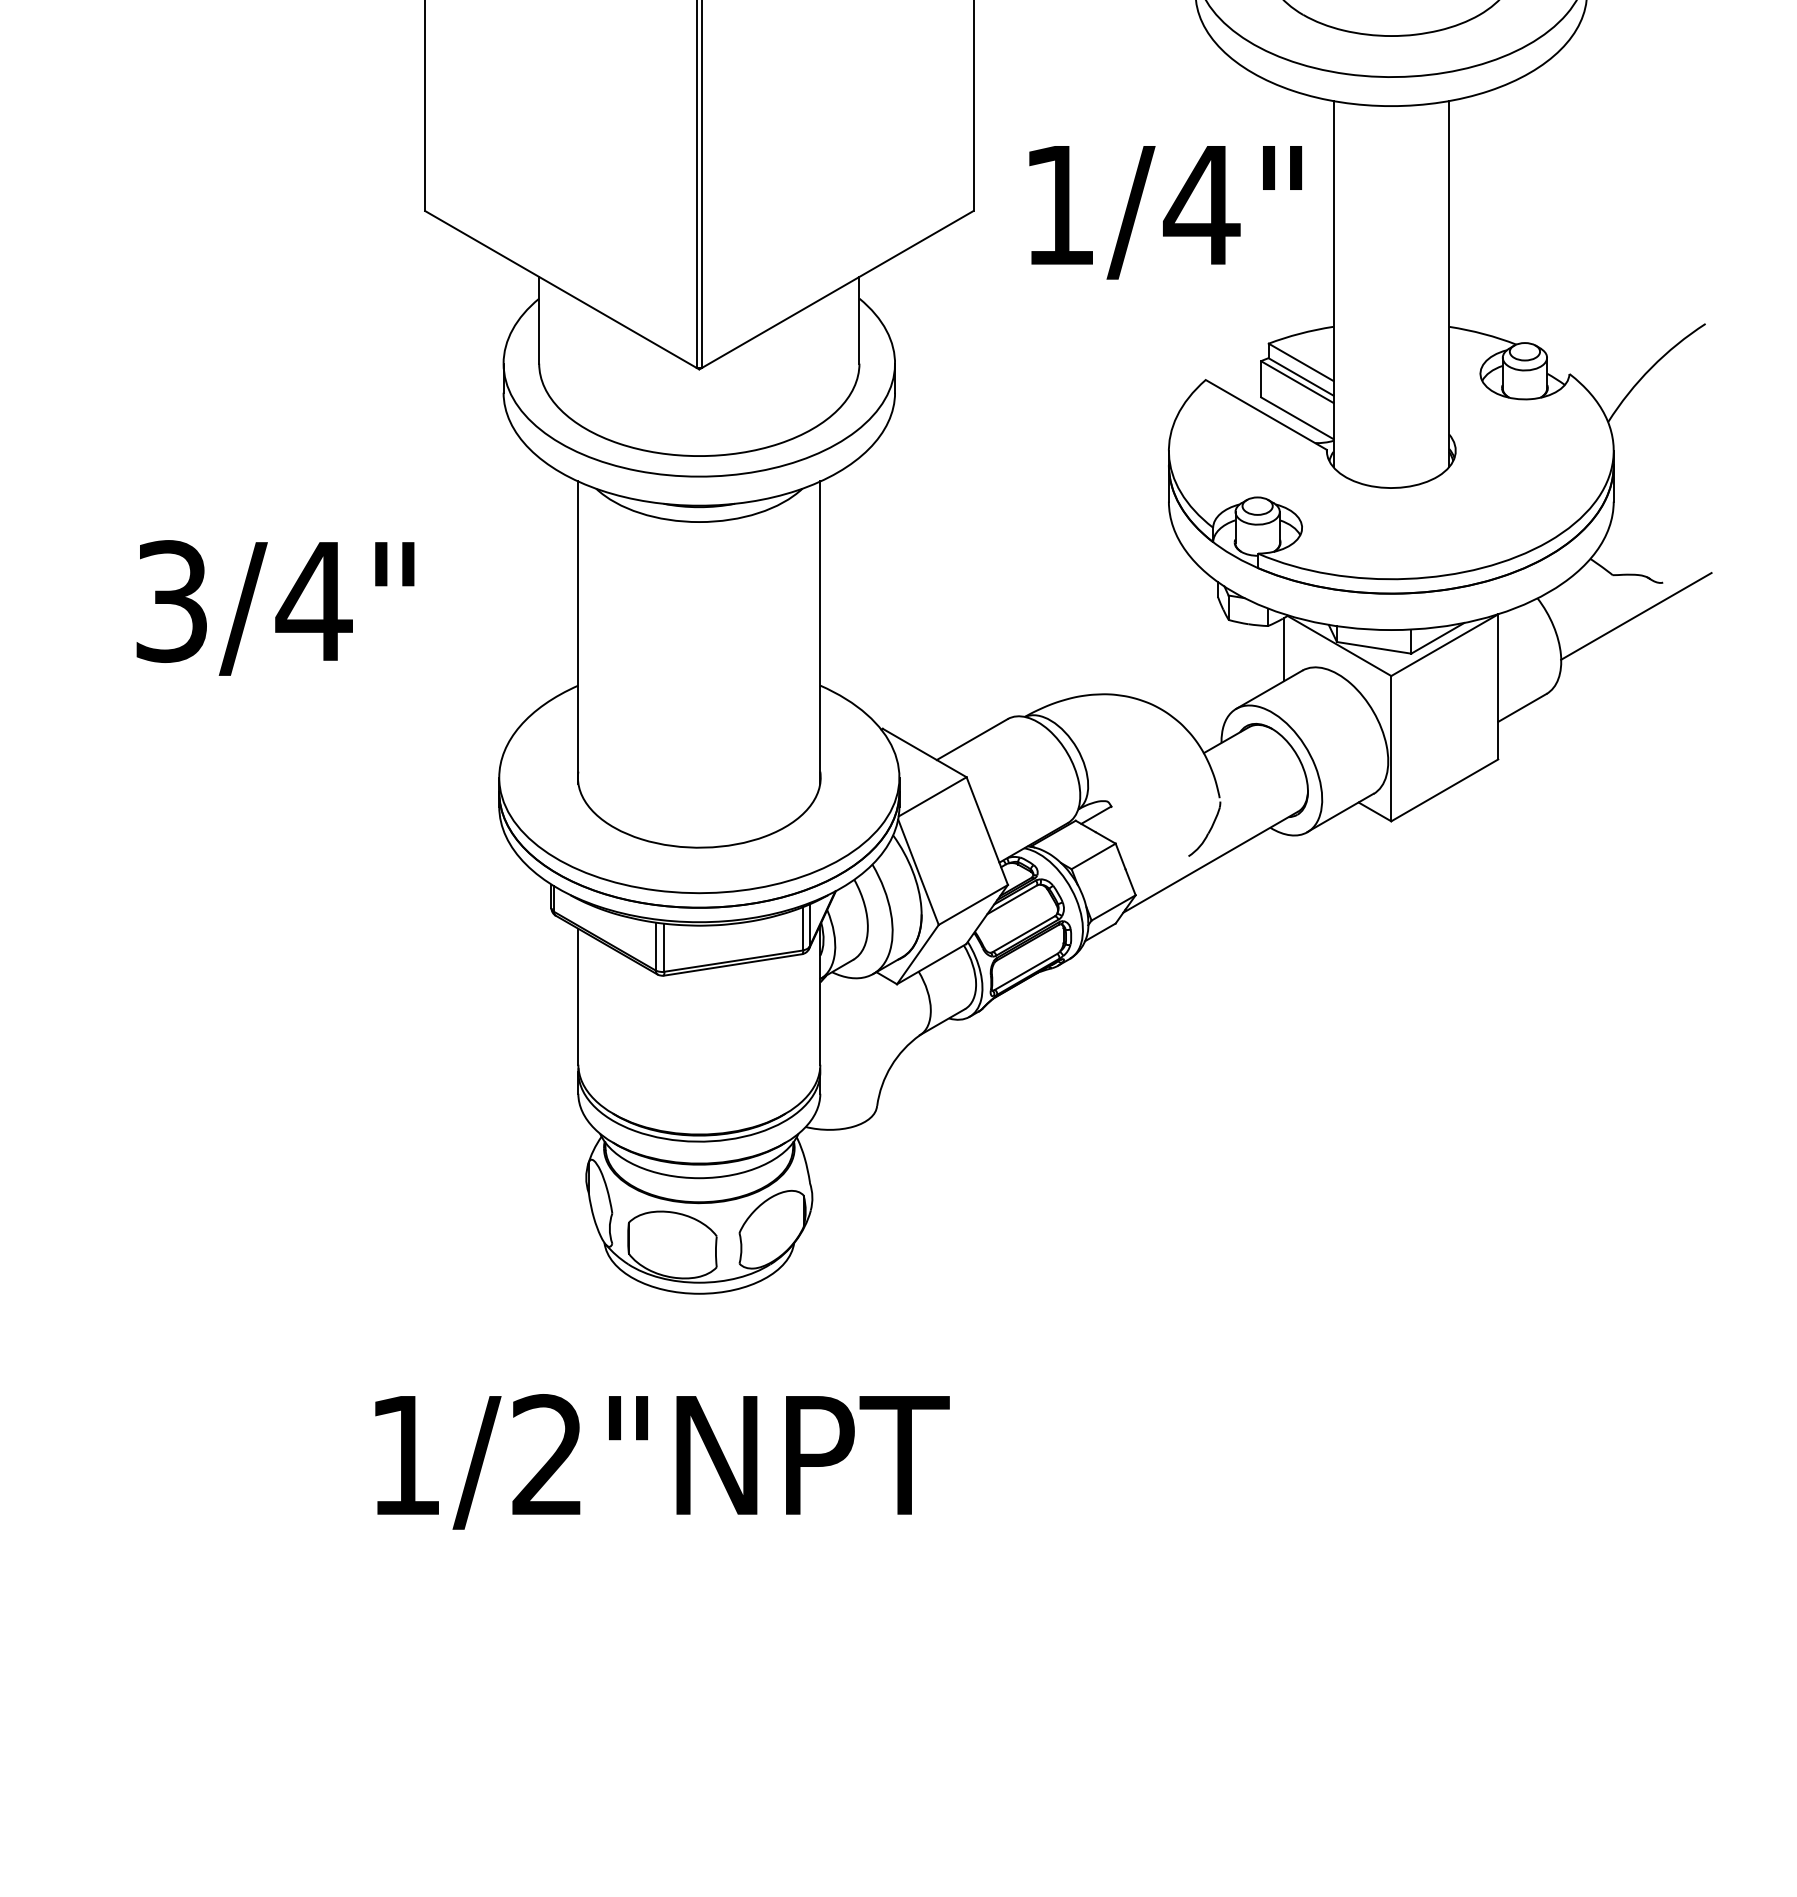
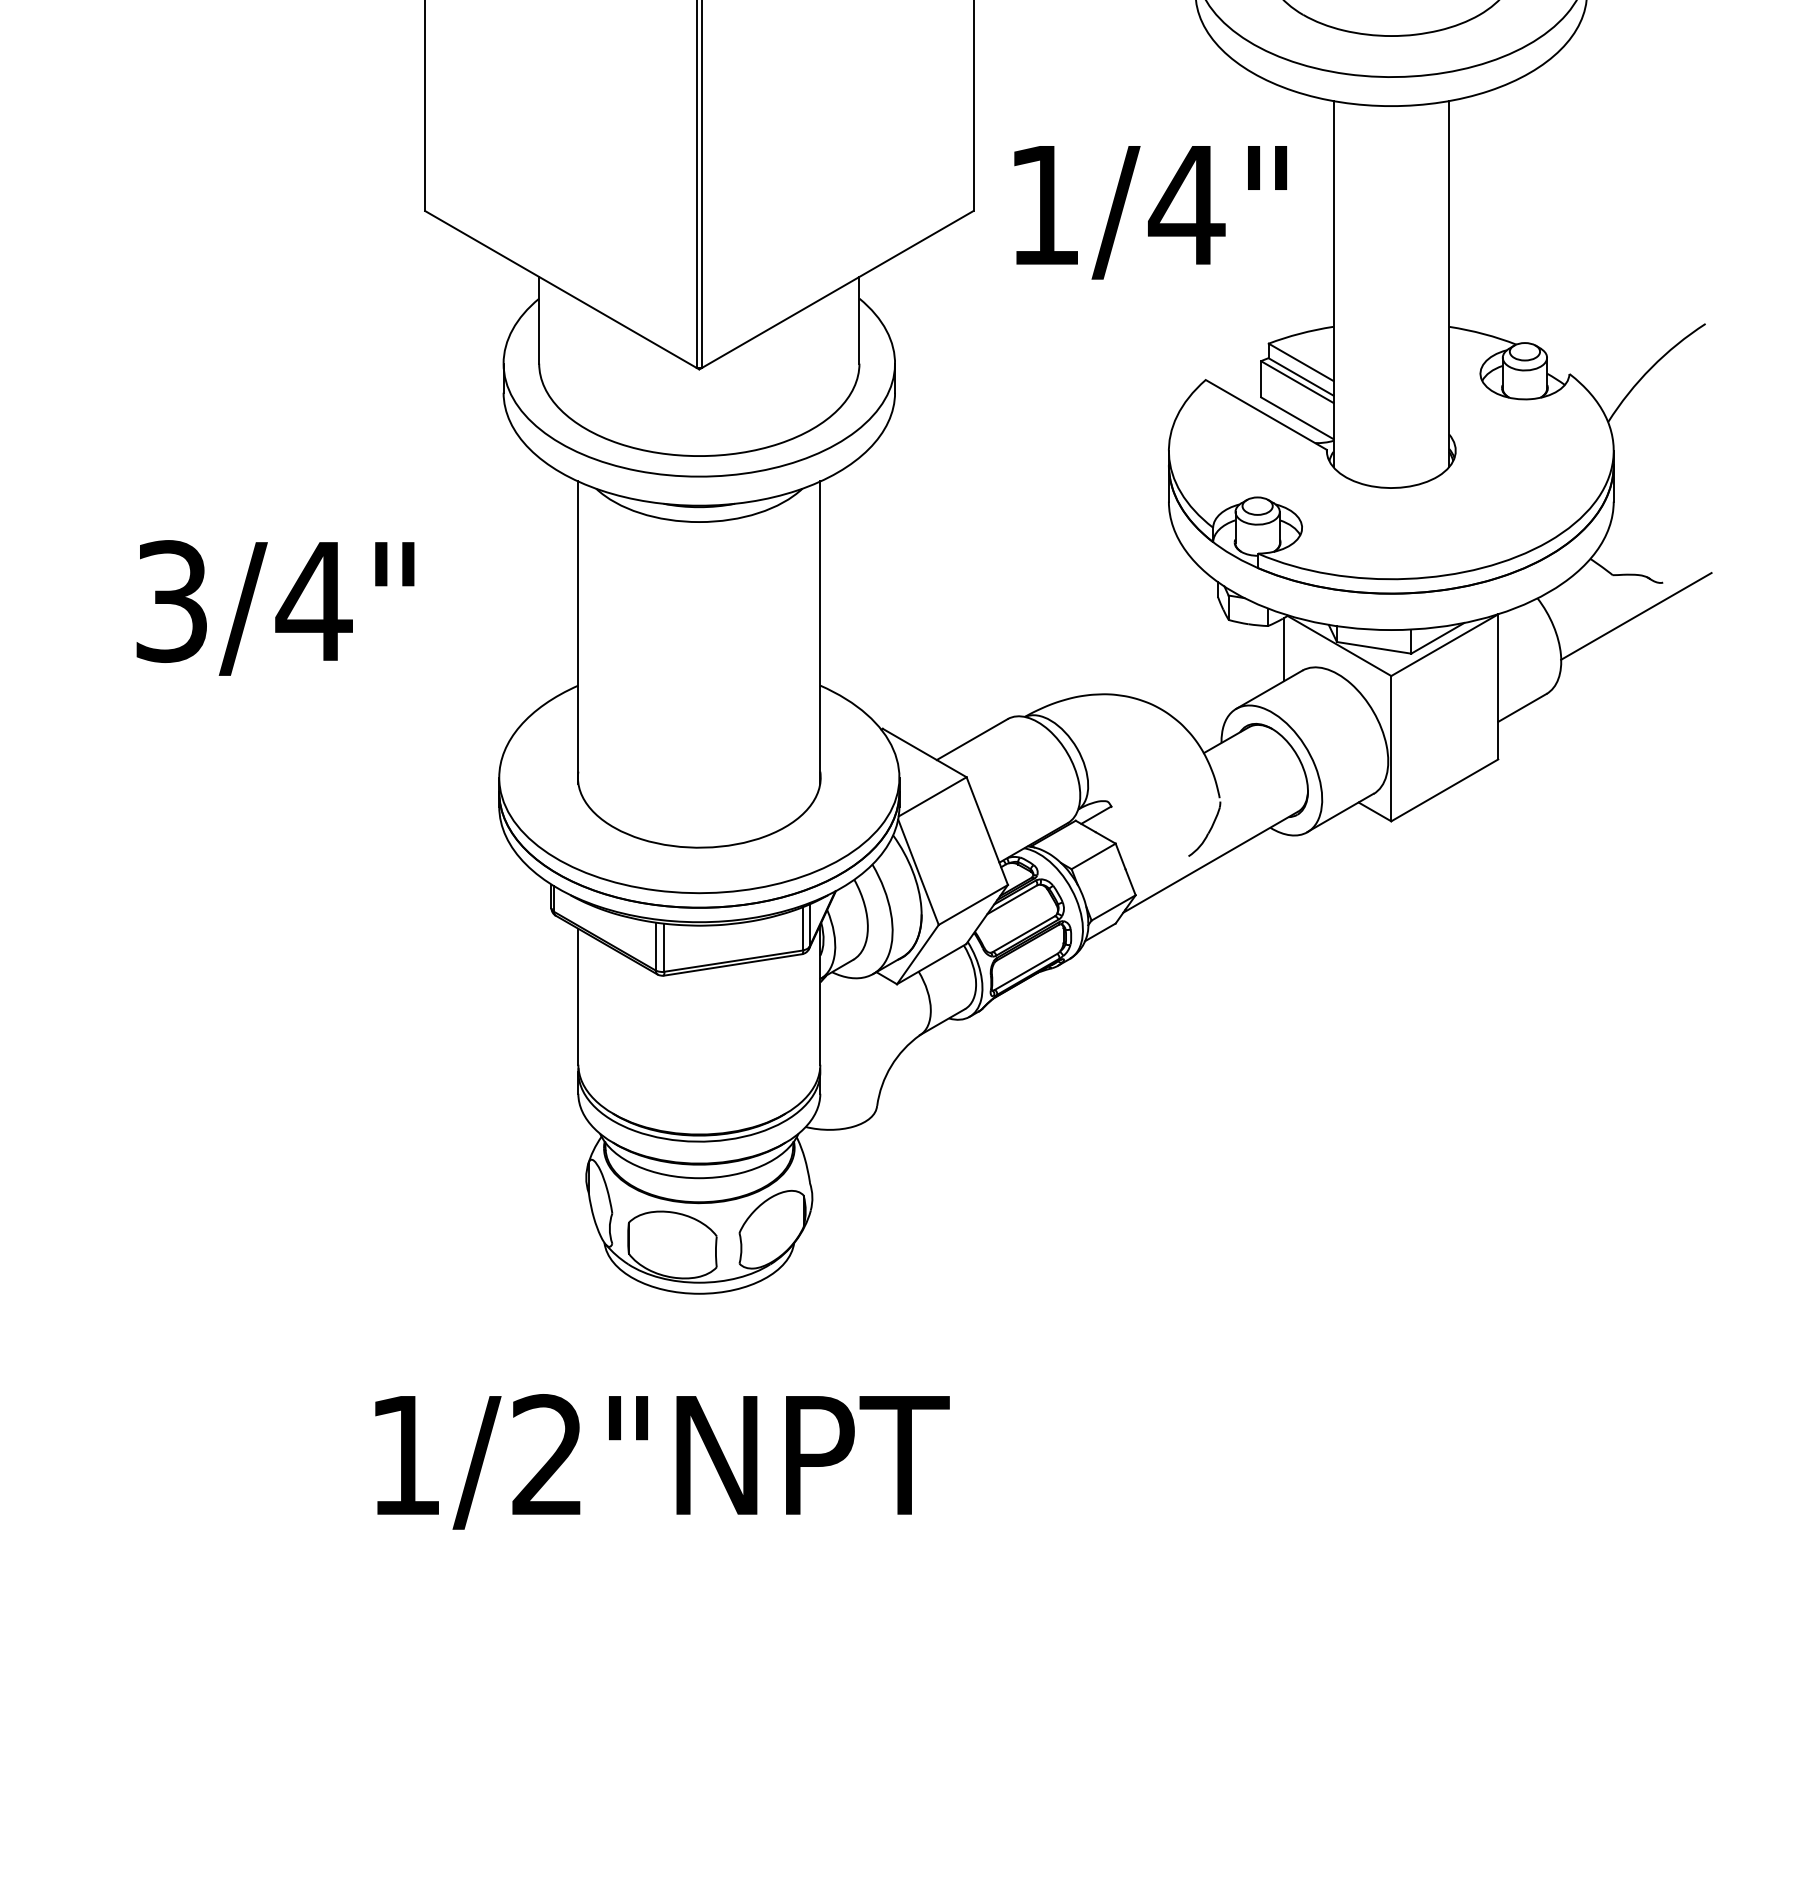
text at (1165, 212) position: (1165, 212) -> (1150, 212)
